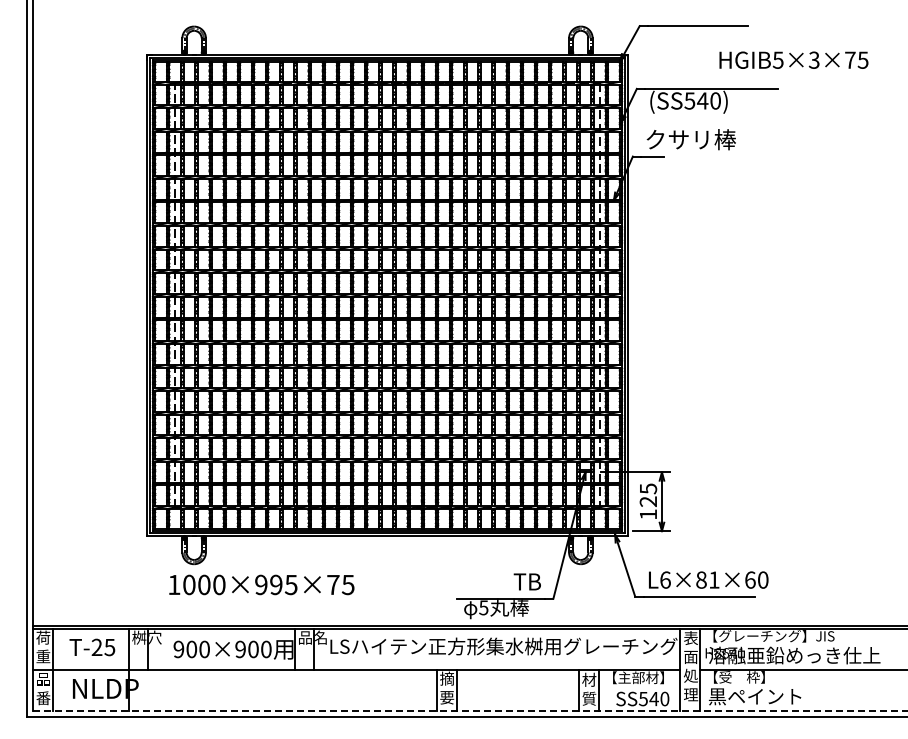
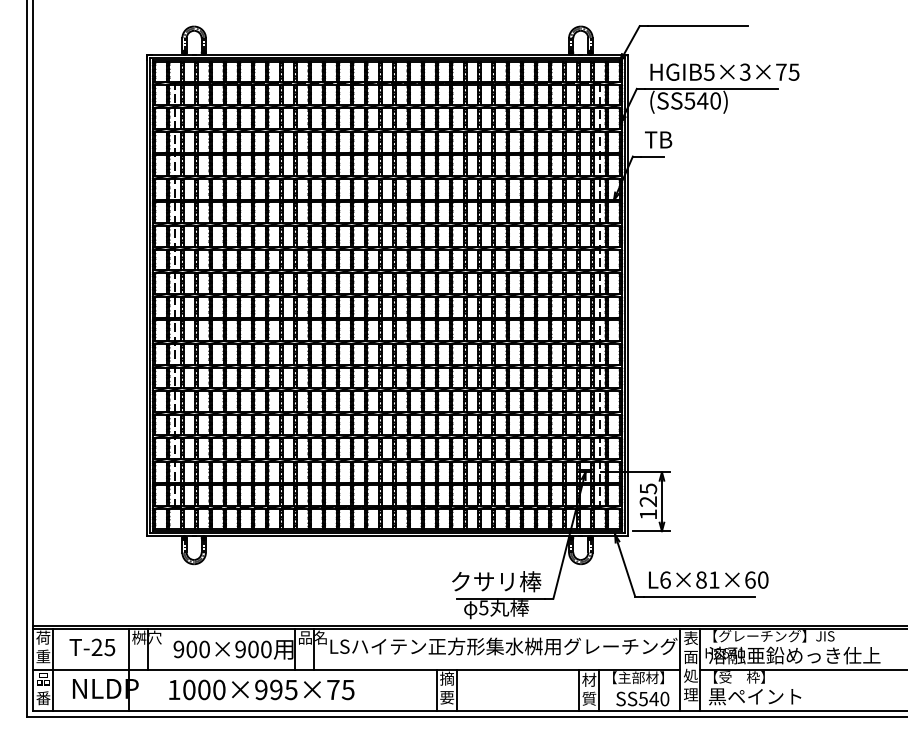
text at (793, 59) position: (793, 59) -> (724, 71)
text at (690, 139): クサリ棒 -> TB
text at (496, 581): TB -> クサリ棒
text at (261, 584) position: (261, 584) -> (261, 689)
line at (470, 711): dashed -> solid
